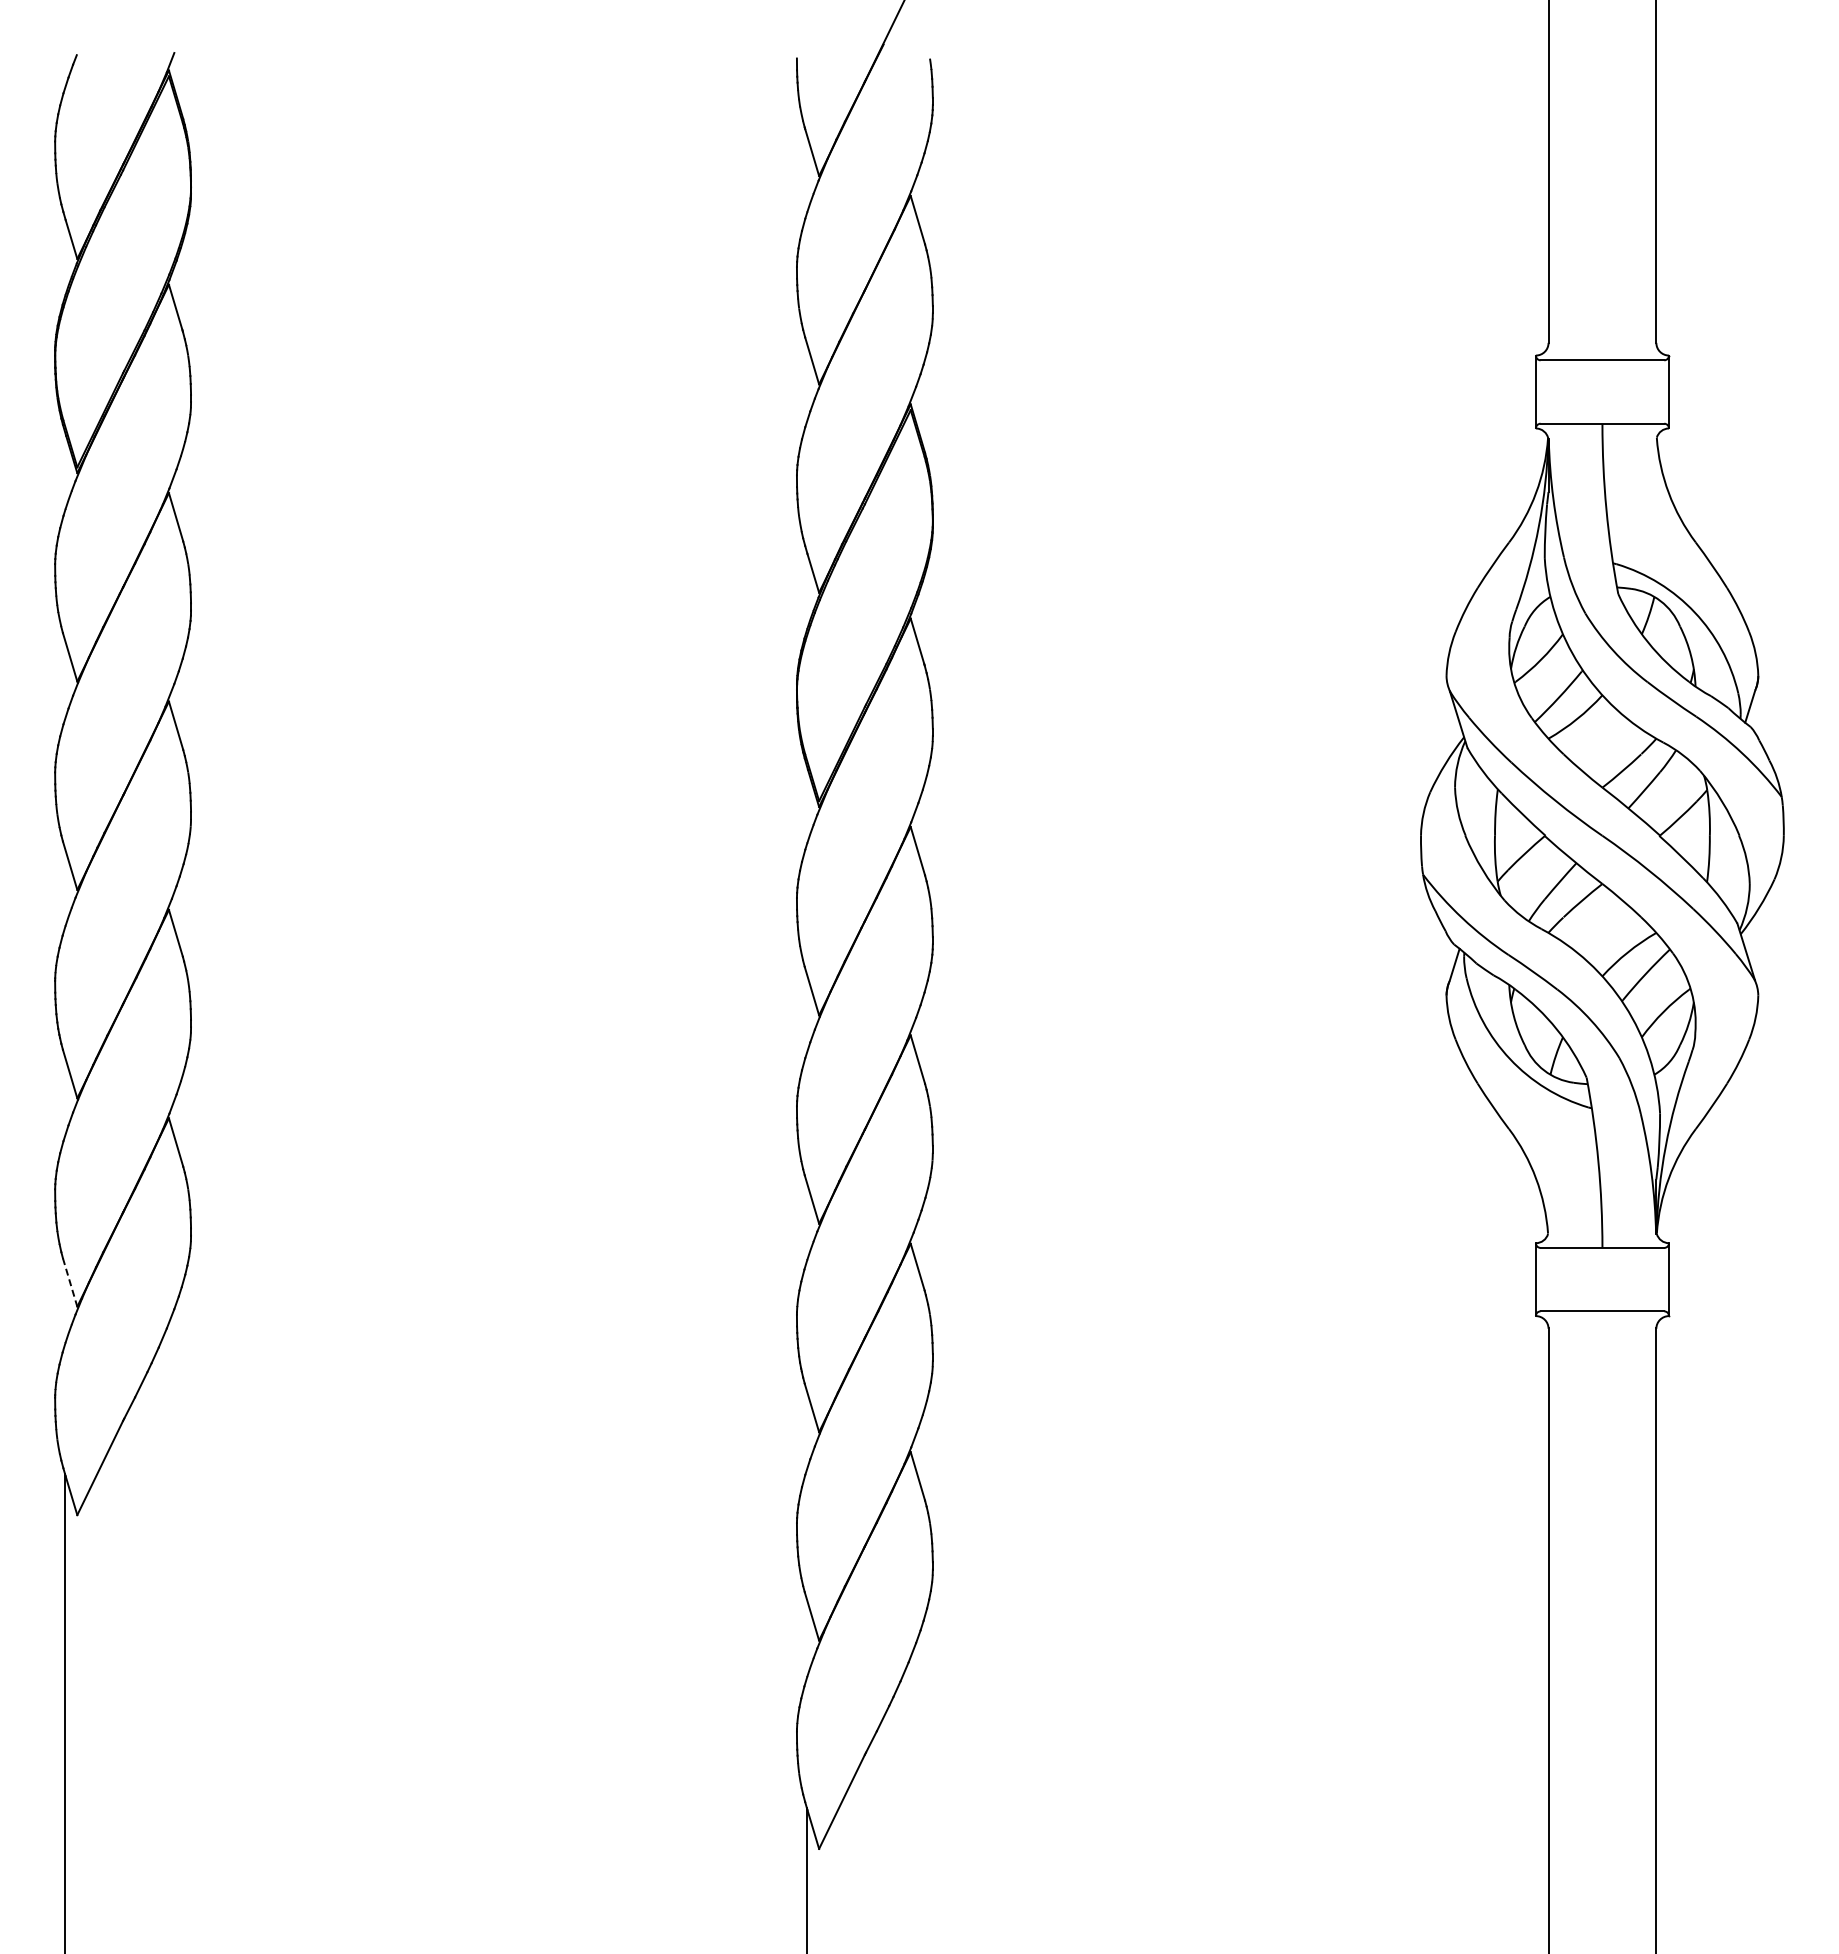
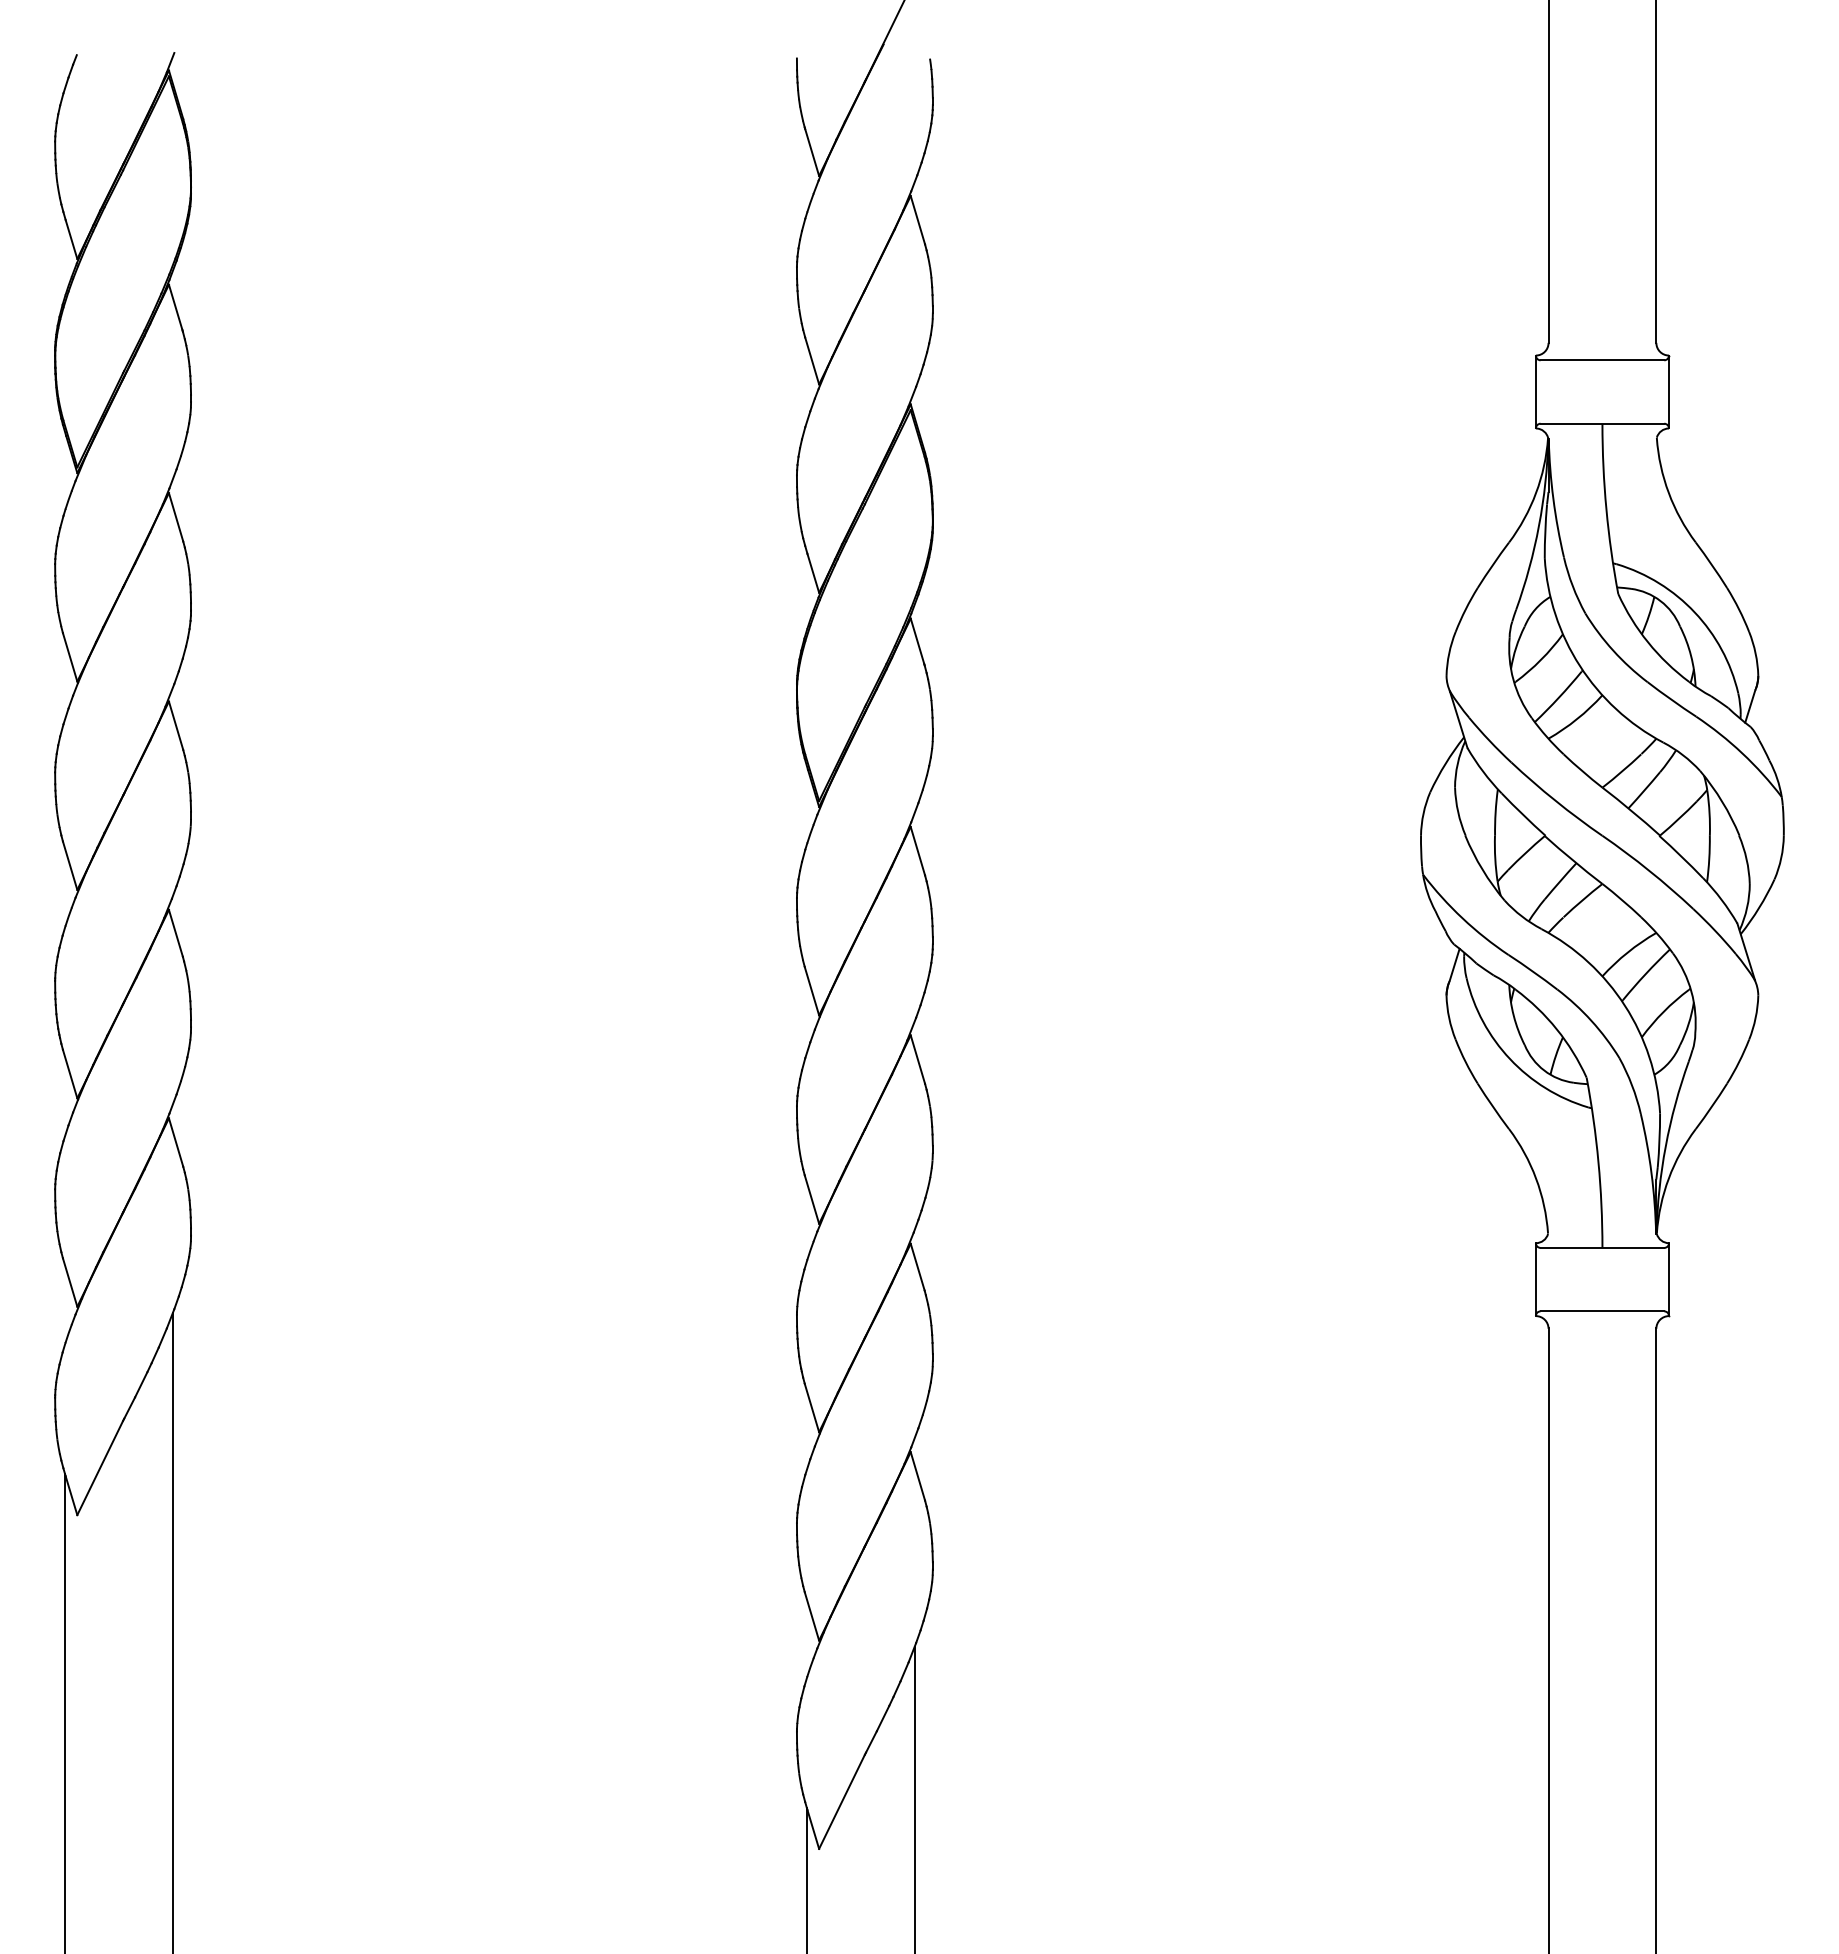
line at (70, 1282): dashed -> solid
line at (172, 1631): none -> present
line at (914, 1798): none -> present
